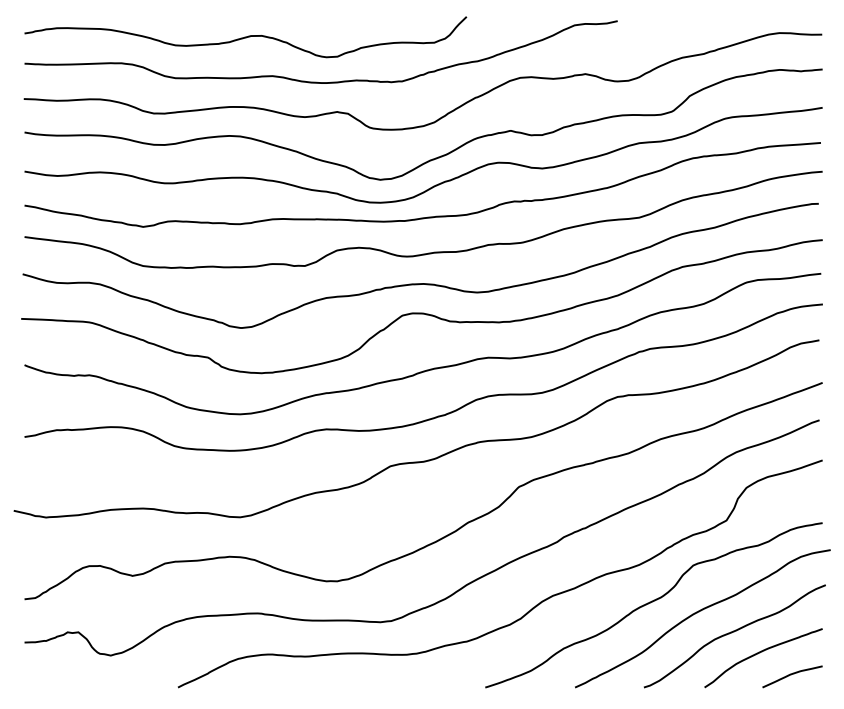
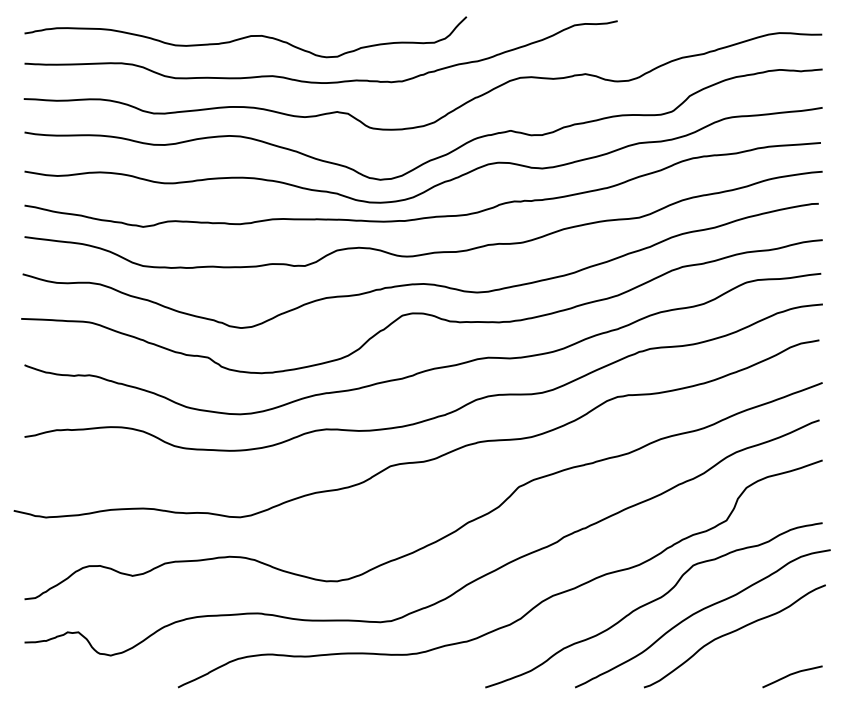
curve at (760, 653): present -> none
